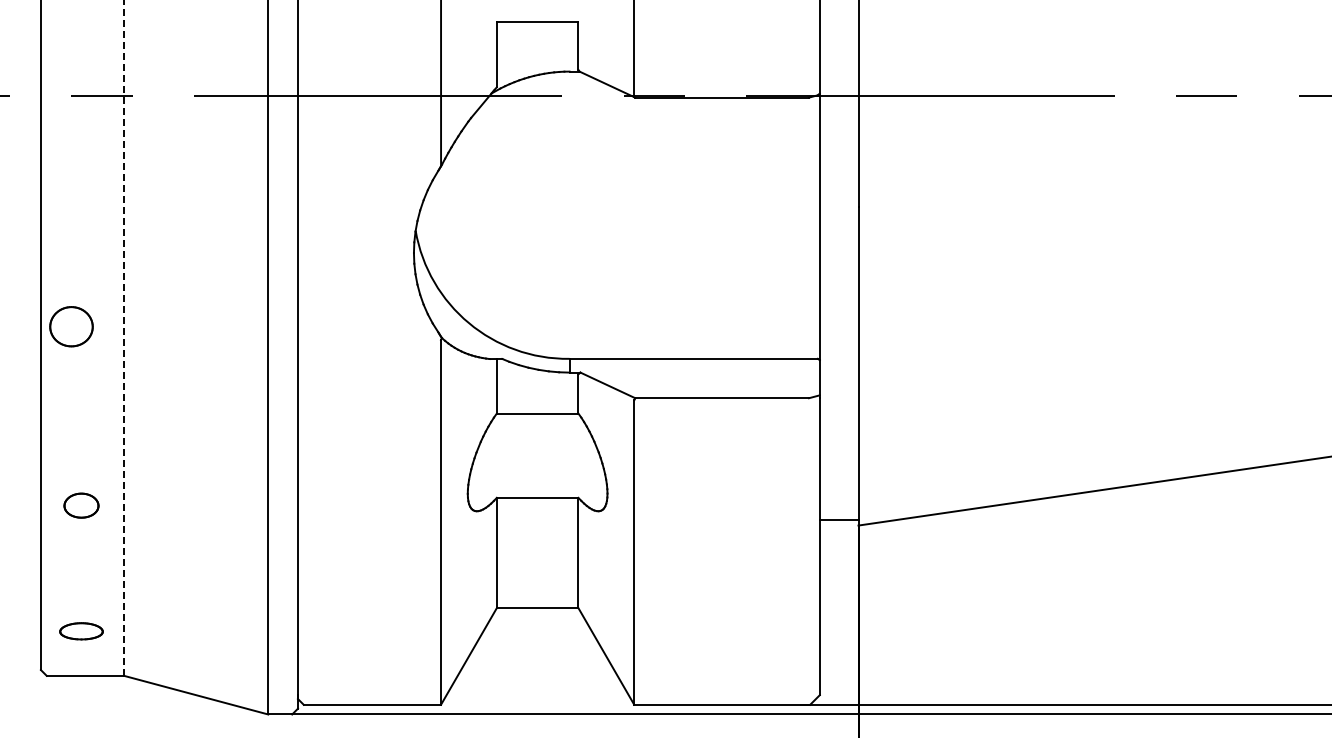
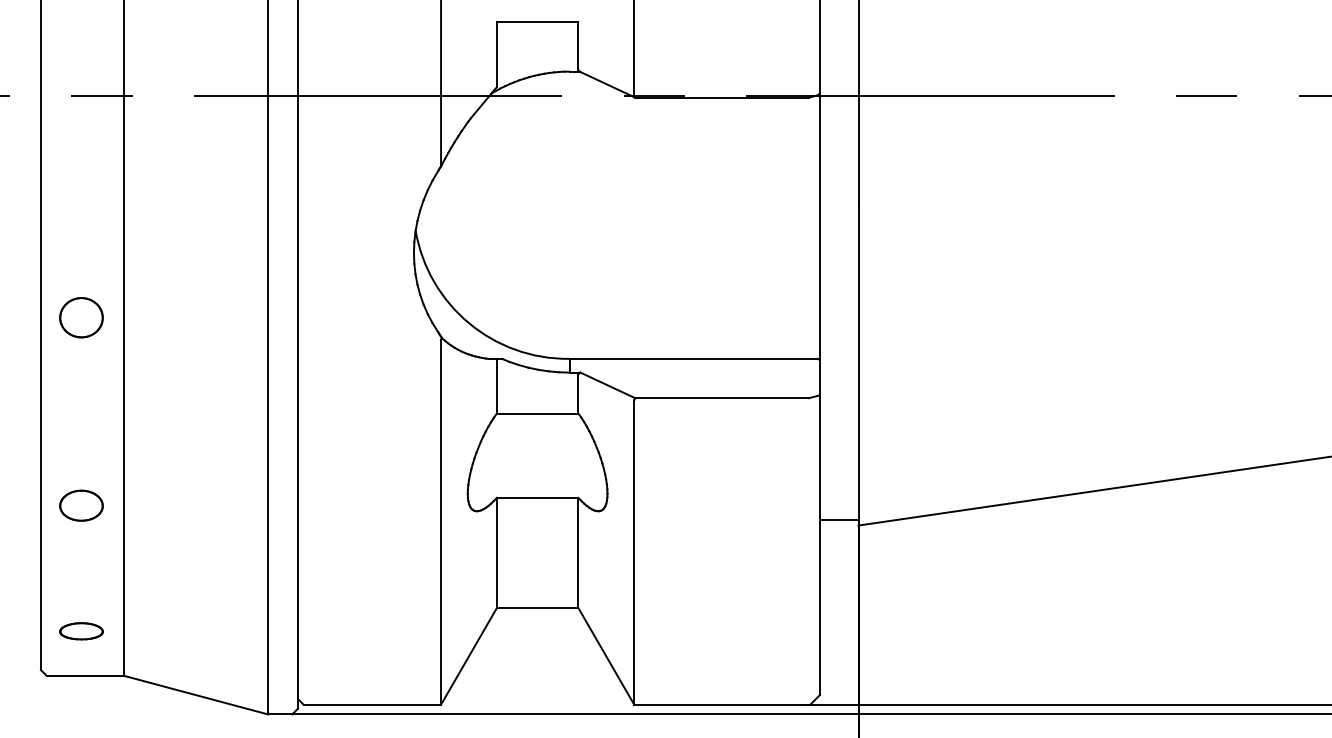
part at (71, 326) position: (71, 326) -> (81, 317)
line at (124, 338): dashed -> solid
part at (81, 505) size: 37x27 px -> 45x33 px
